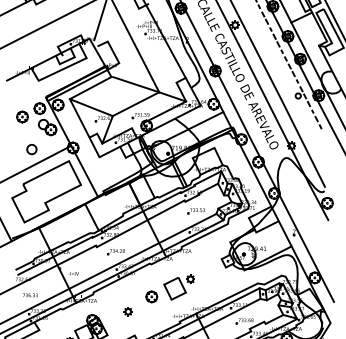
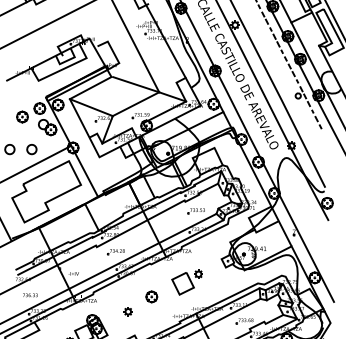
line at (99, 21): present -> none
part at (9, 149): none -> present
part at (178, 287) position: (178, 287) -> (186, 282)
